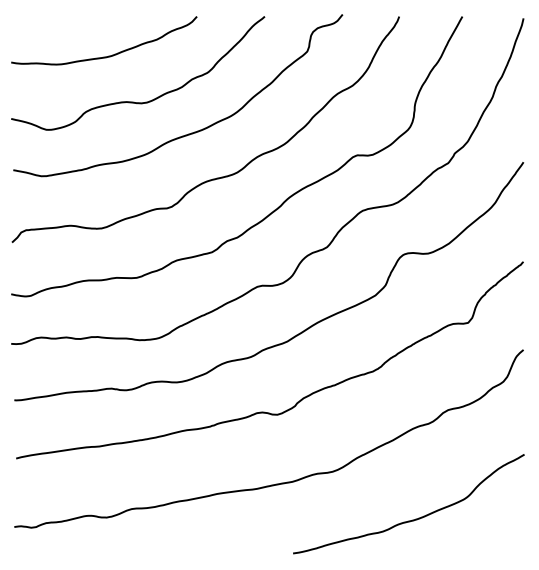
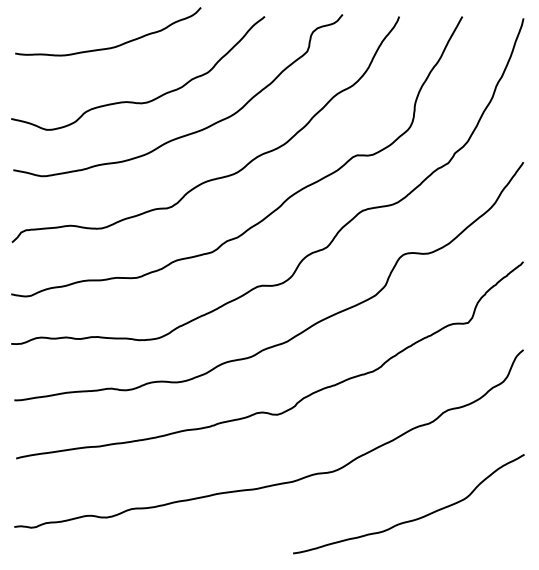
curve at (108, 55) position: (108, 55) -> (112, 46)
